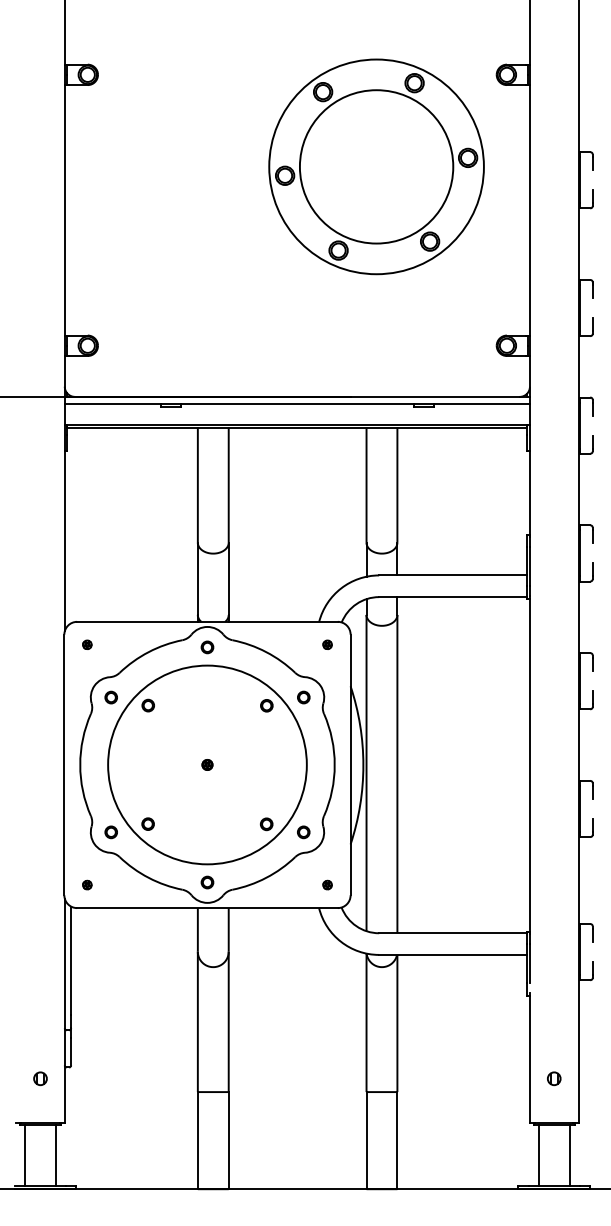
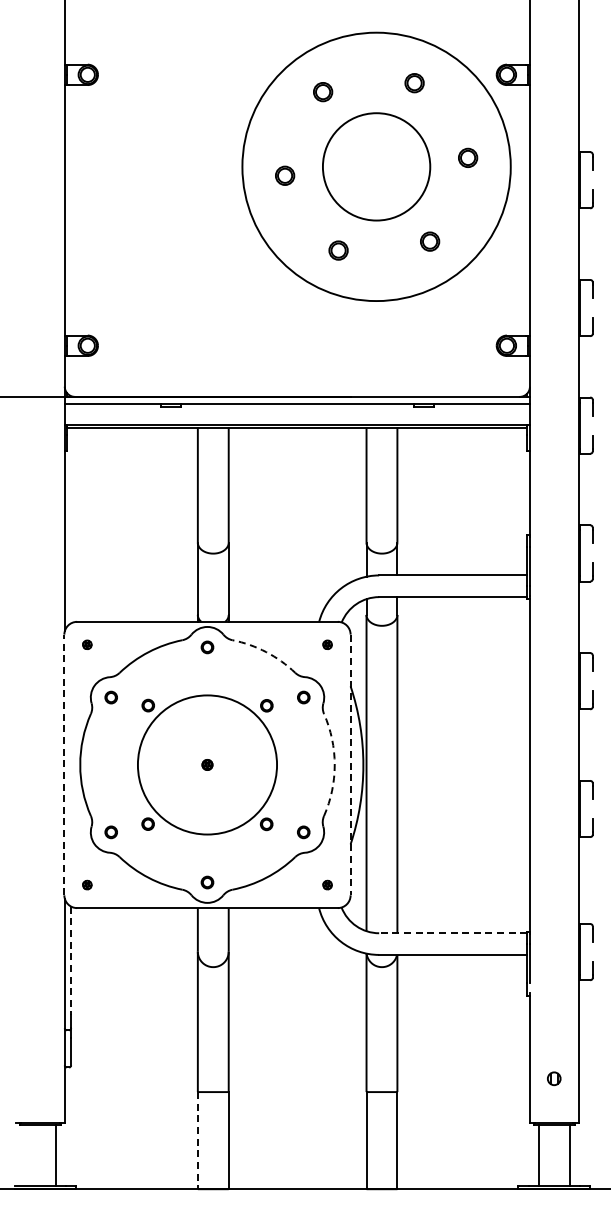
circle at (376, 166) diameter: 153 px -> 107 px
circle at (376, 166) diameter: 215 px -> 268 px
arc at (266, 652): solid -> dashed
line at (64, 764): solid -> dashed
circle at (207, 764) diameter: 199 px -> 139 px
arc at (334, 765): solid -> dashed
line at (350, 765): solid -> dashed
line at (452, 933): solid -> dashed
line at (71, 961): solid -> dashed
part at (40, 1078): present -> none
line at (197, 1140): solid -> dashed
line at (25, 1155): present -> none
